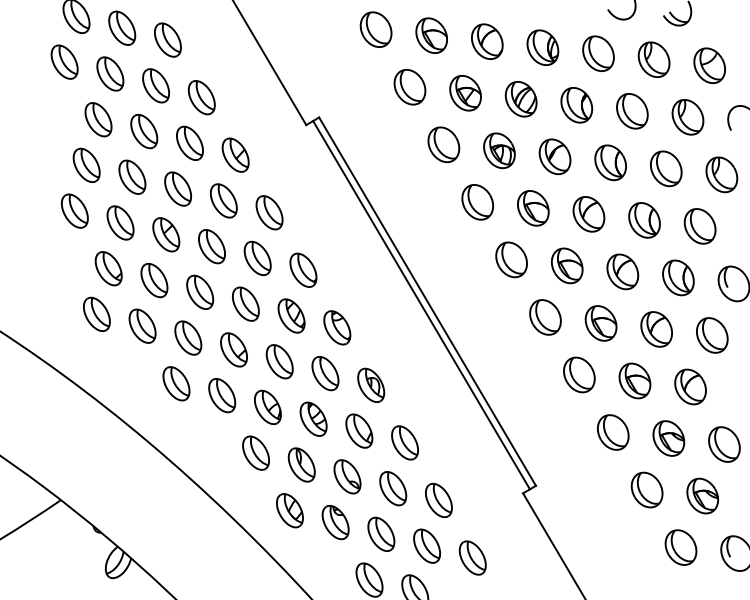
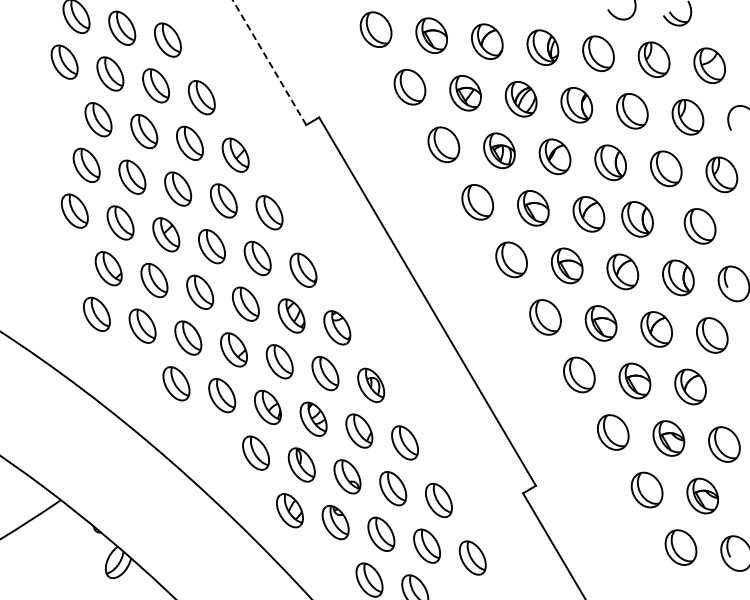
line at (269, 62): solid -> dashed
part at (644, 220) position: (644, 220) -> (637, 219)
line at (421, 305): present -> none
